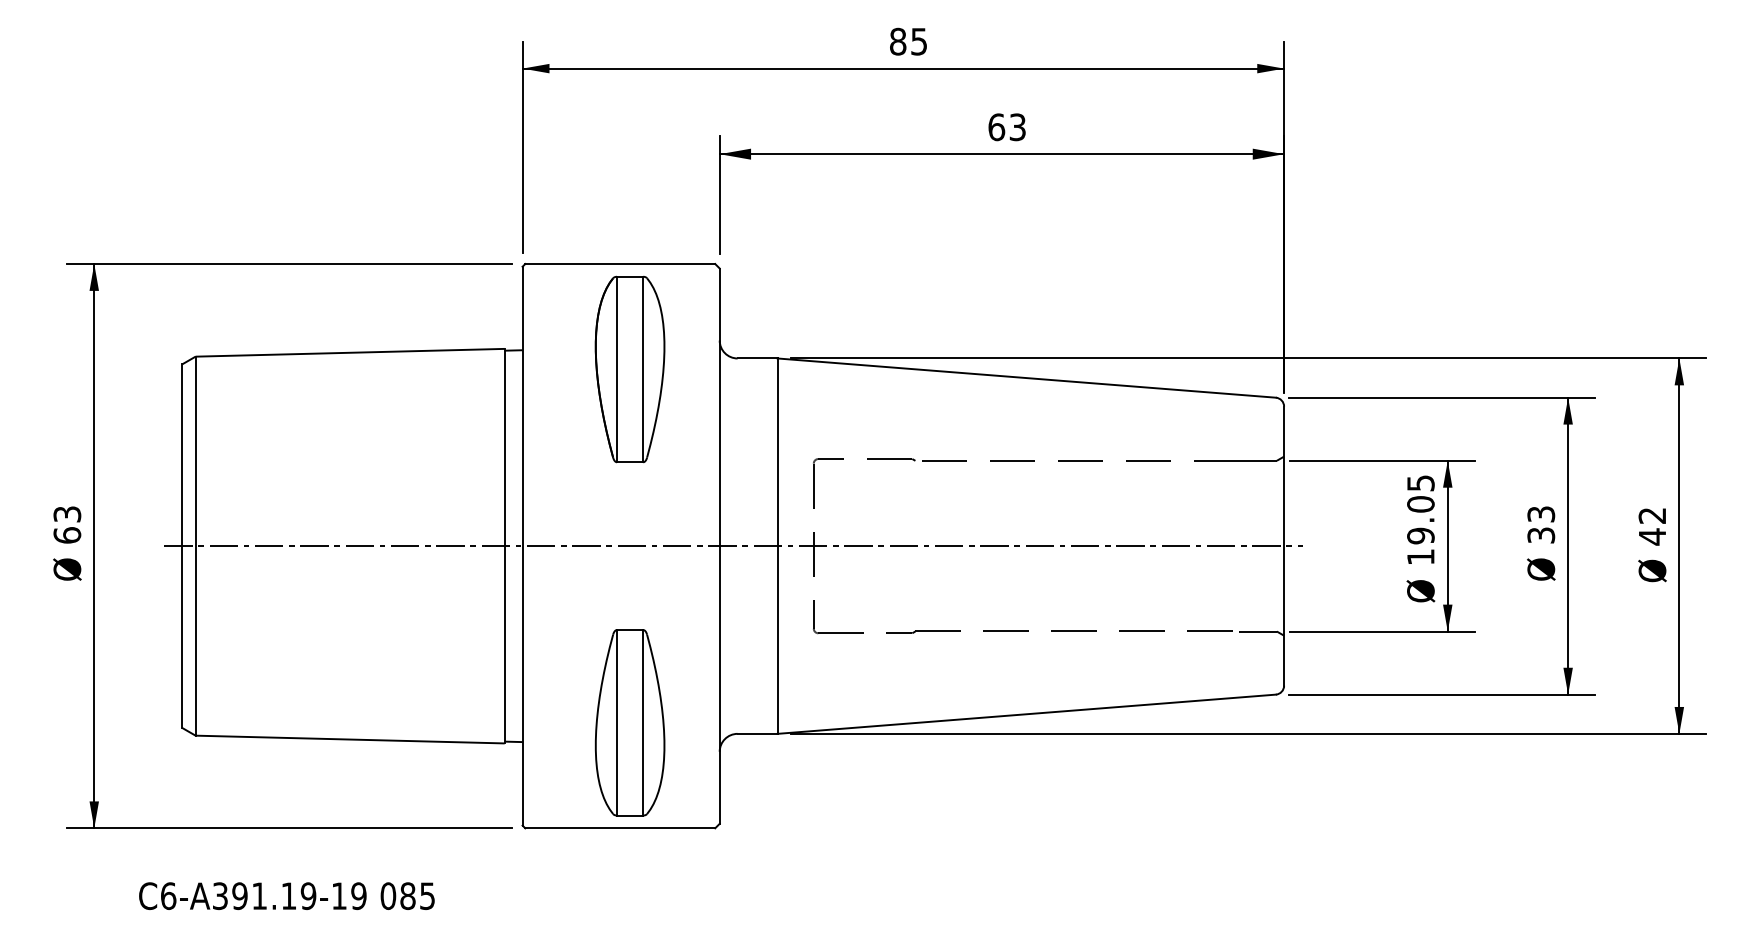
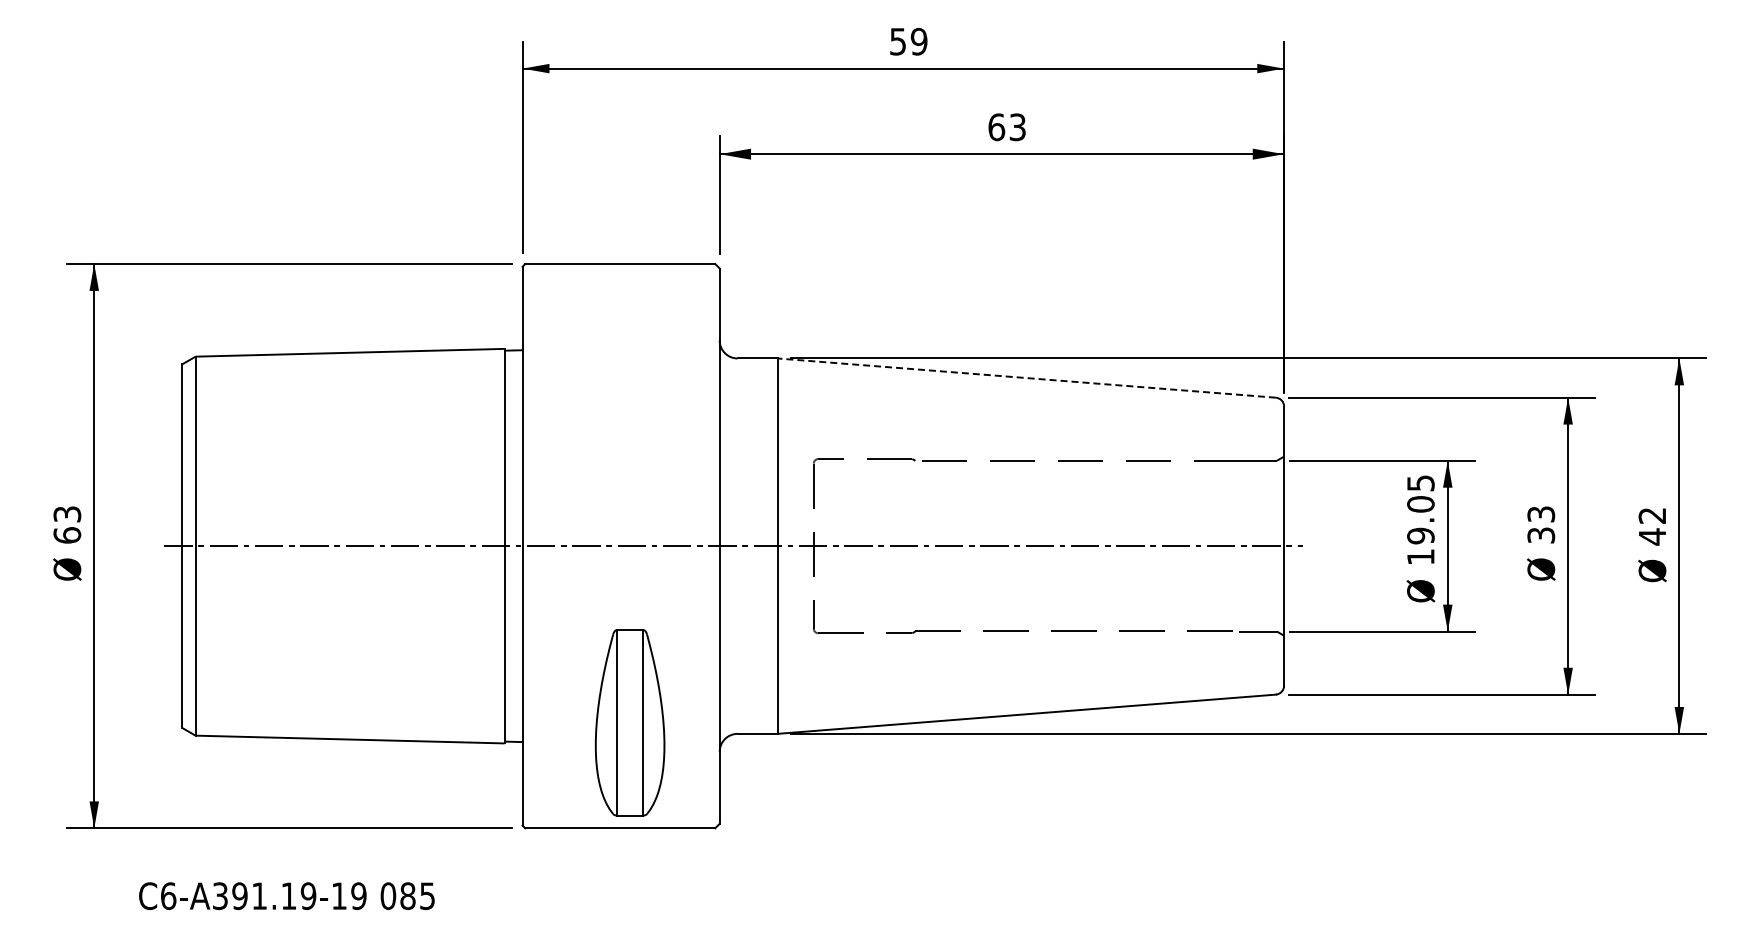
text at (908, 41): 85 -> 59
part at (629, 369): present -> none
line at (1026, 378): solid -> dashed
